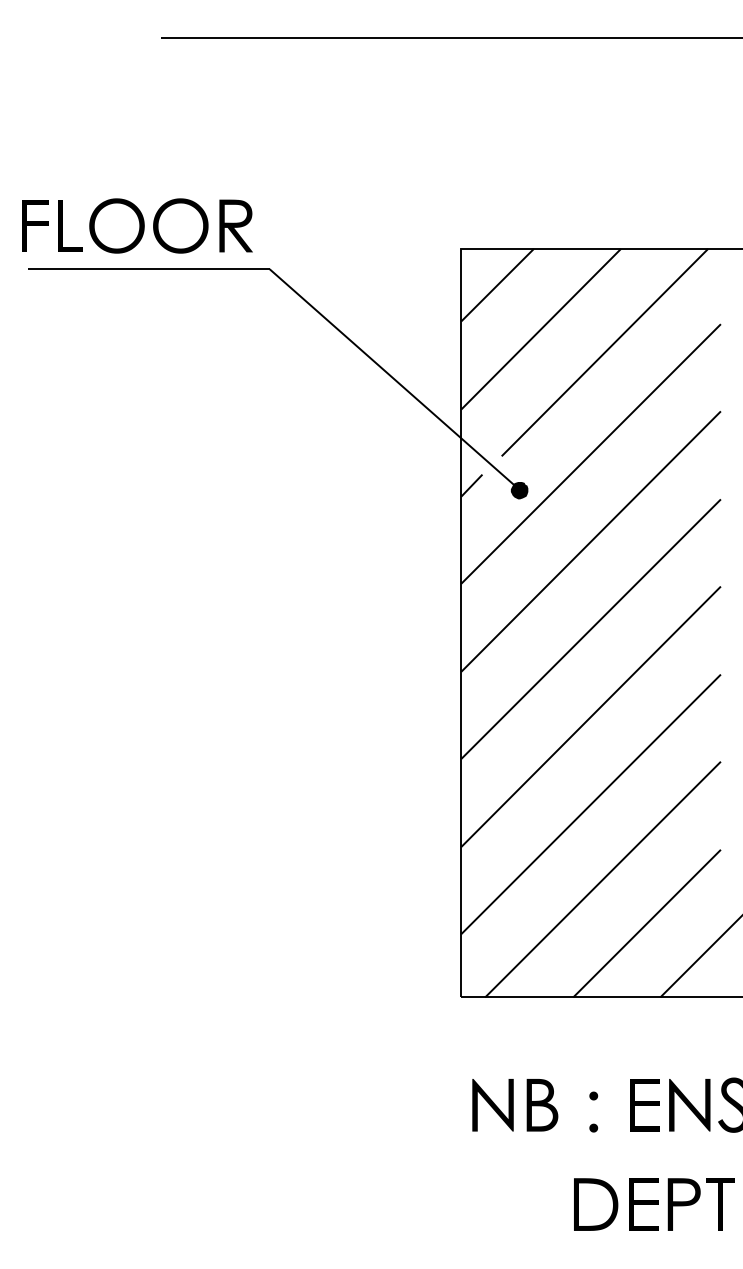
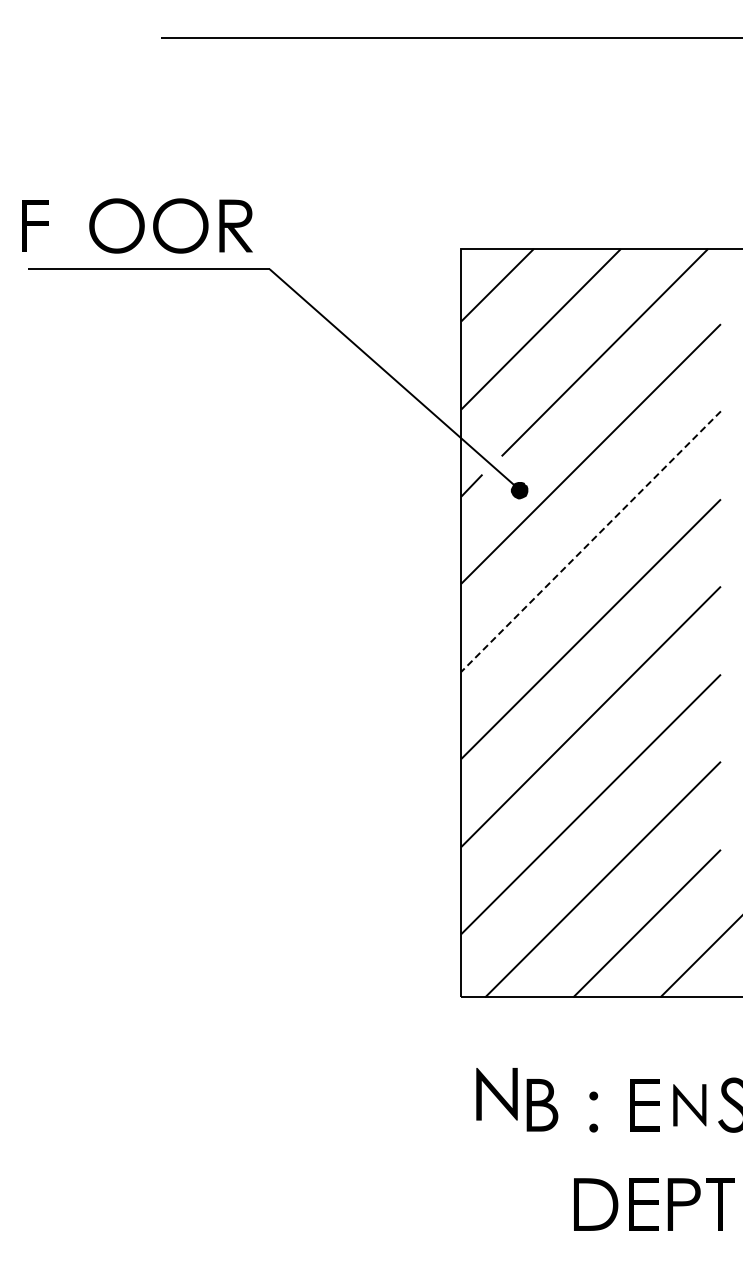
fill at (70, 225): present -> none
line at (591, 541): solid -> dashed
part at (492, 1105) position: (492, 1105) -> (496, 1094)
part at (689, 1105) size: 42x53 px -> 34x43 px
